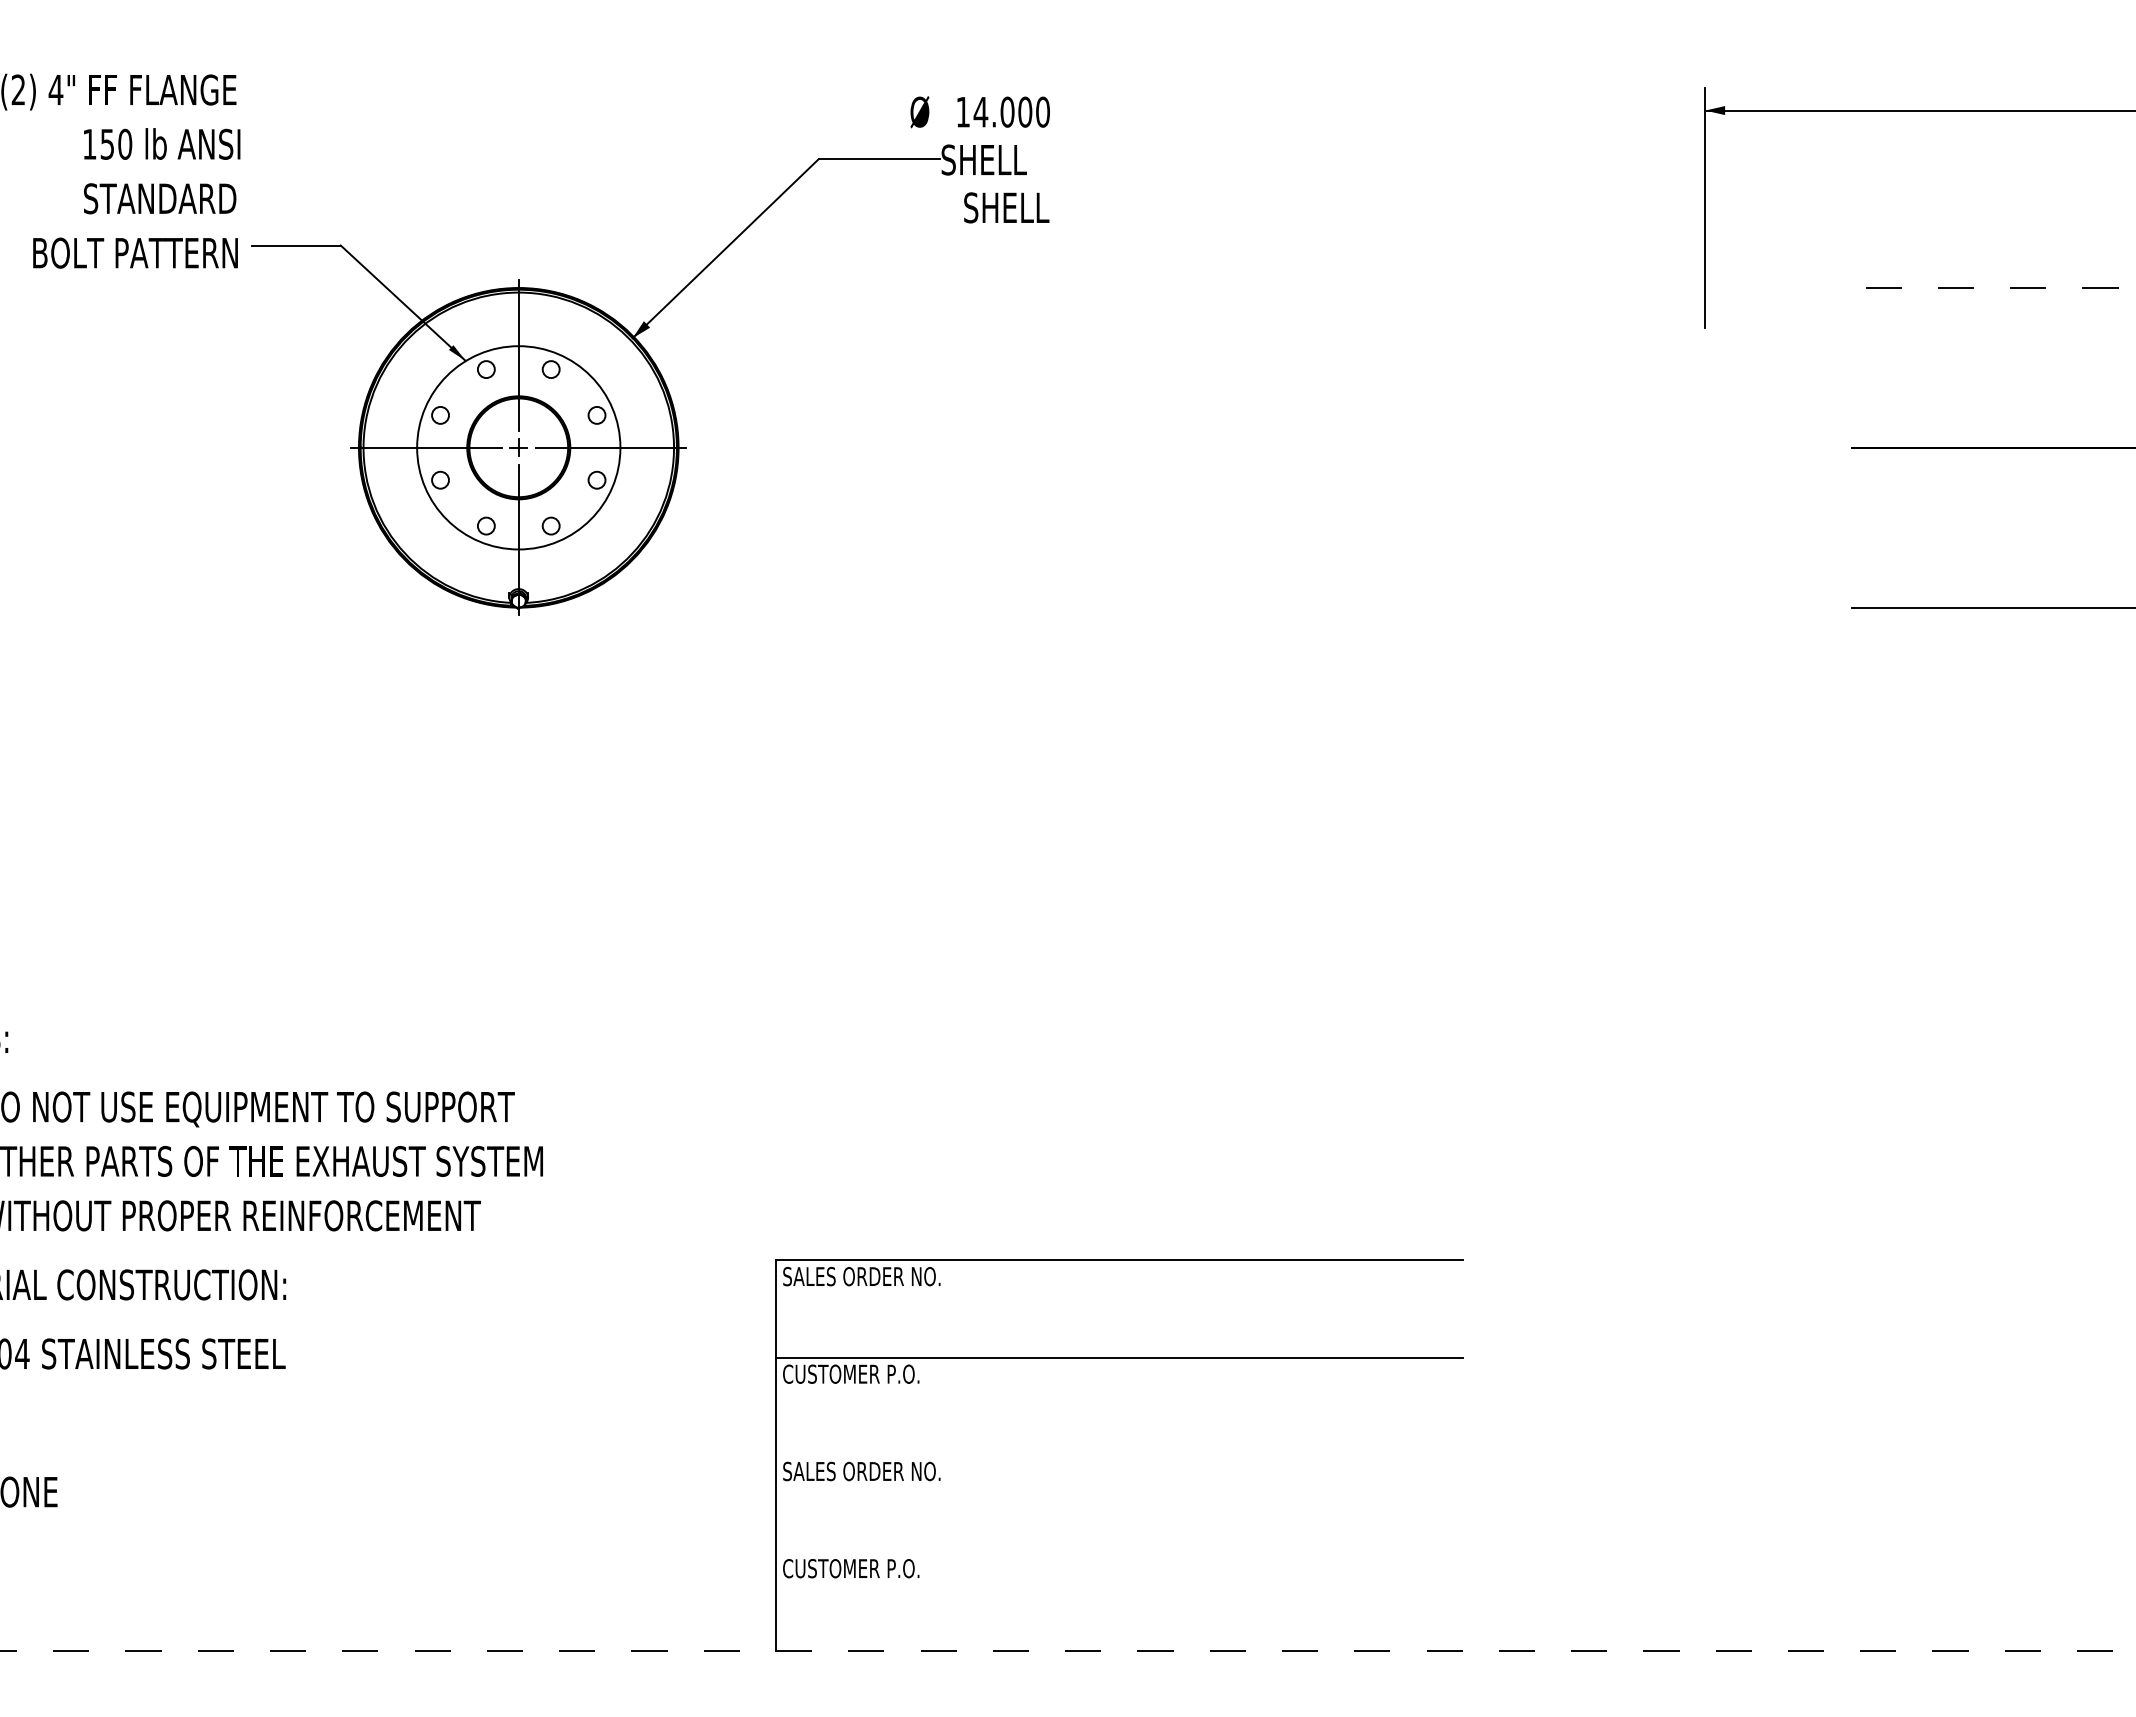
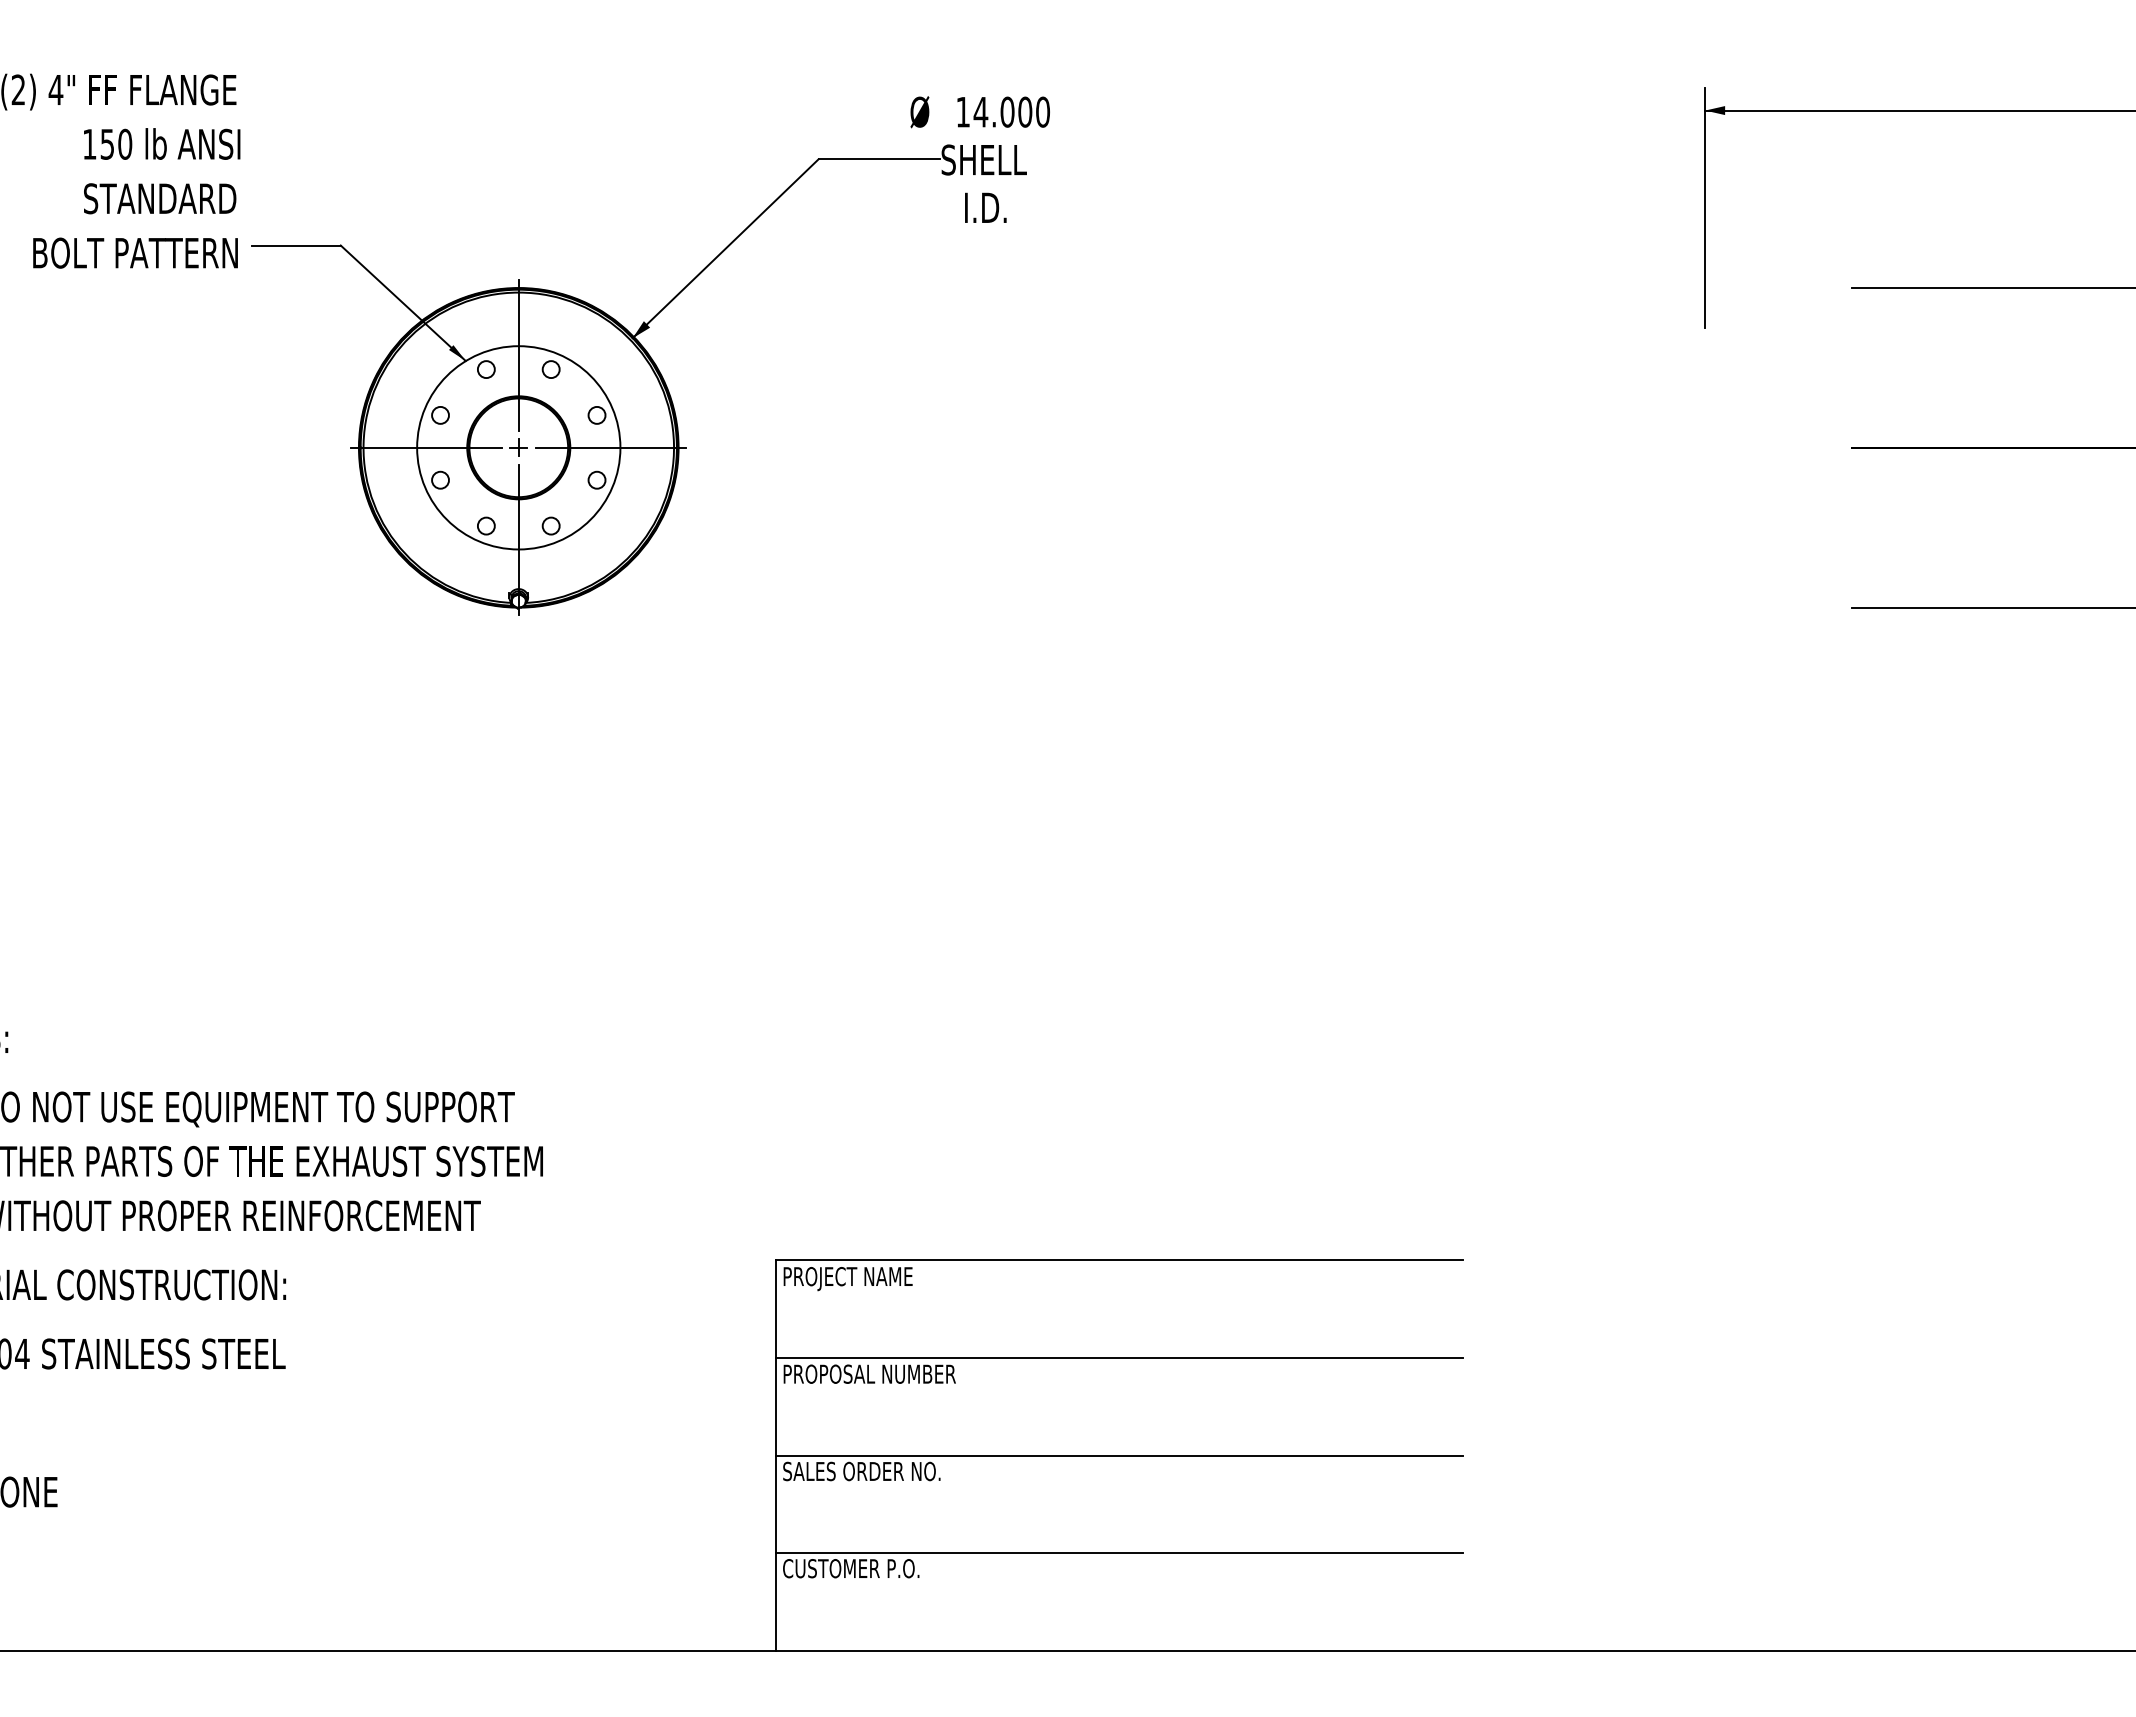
text at (1006, 207): SHELL -> I.D.
line at (1993, 288): dashed -> solid
text at (861, 1278): SALES ORDER NO. -> PROJECT NAME
text at (869, 1373): CUSTOMER P.O. -> PROPOSAL NUMBER
line at (1118, 1455): none -> present
line at (1118, 1553): none -> present
line at (1068, 1650): dashed -> solid
